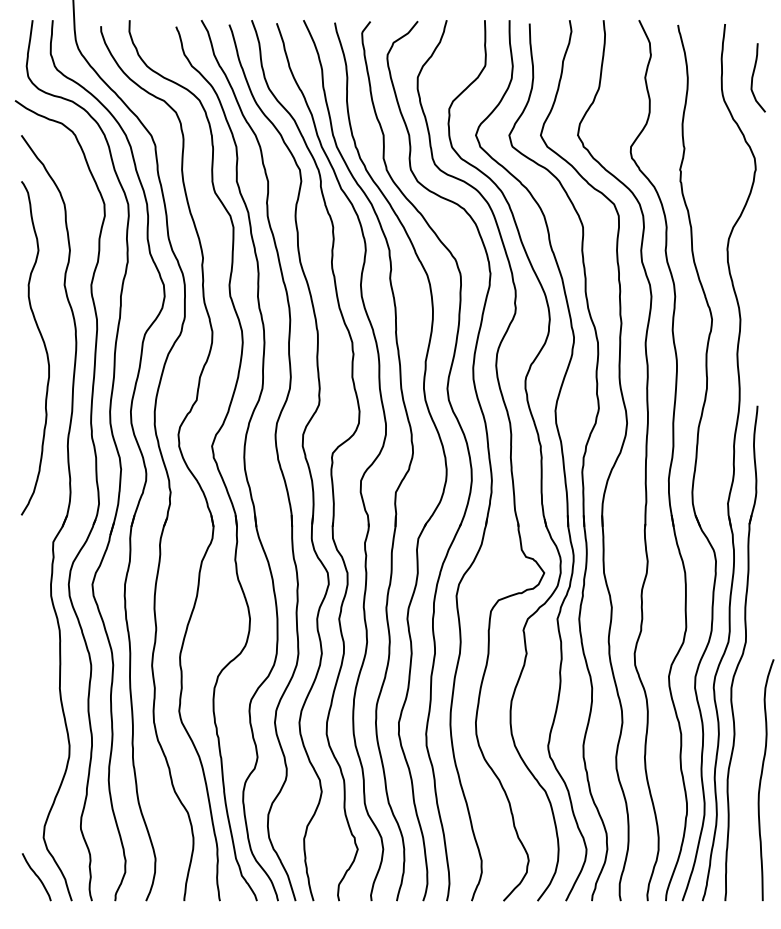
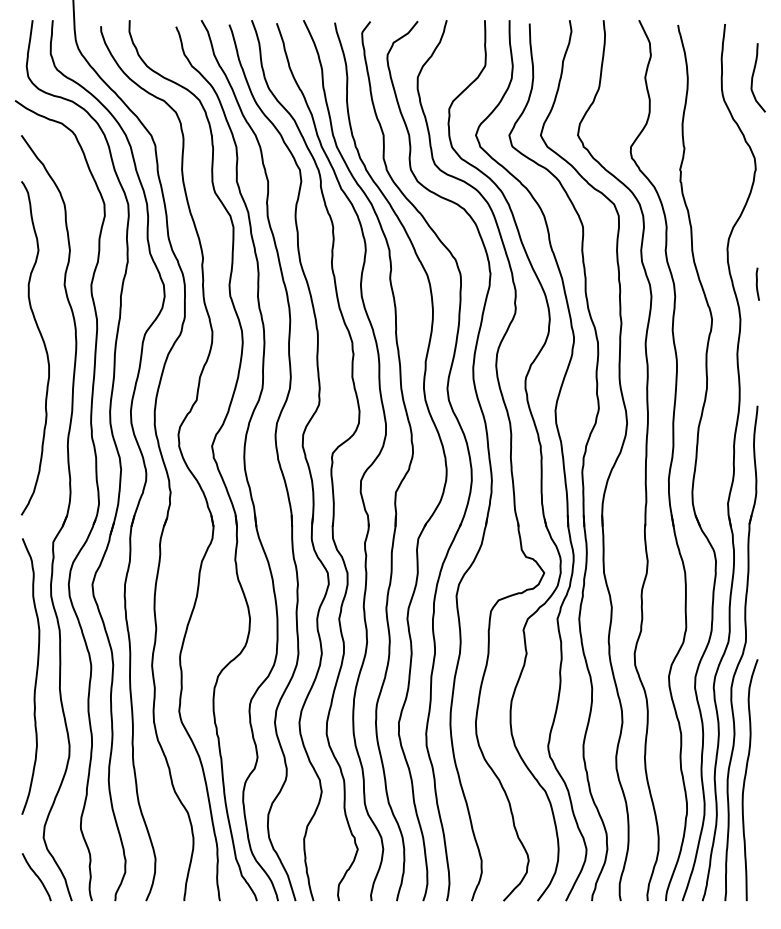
curve at (757, 283): none -> present
curve at (35, 676): none -> present
curve at (761, 780) position: (761, 780) -> (745, 780)
